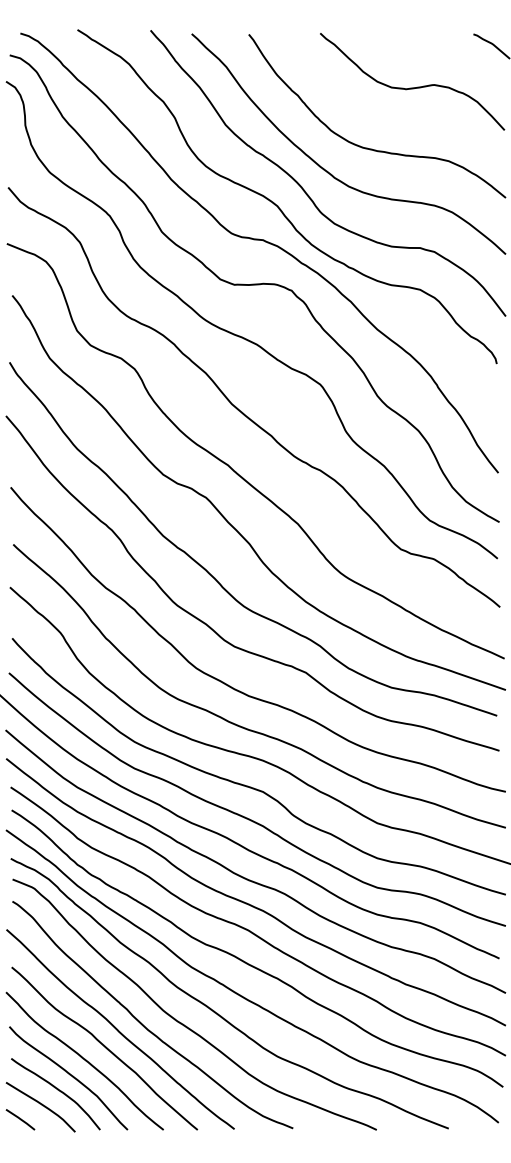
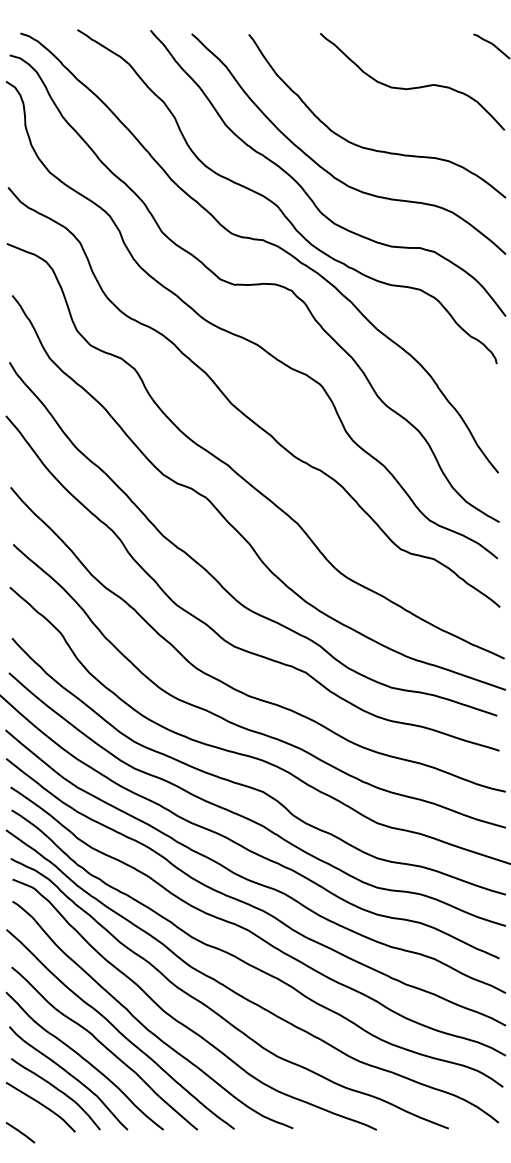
line at (20, 1119) position: (20, 1119) -> (20, 1132)
